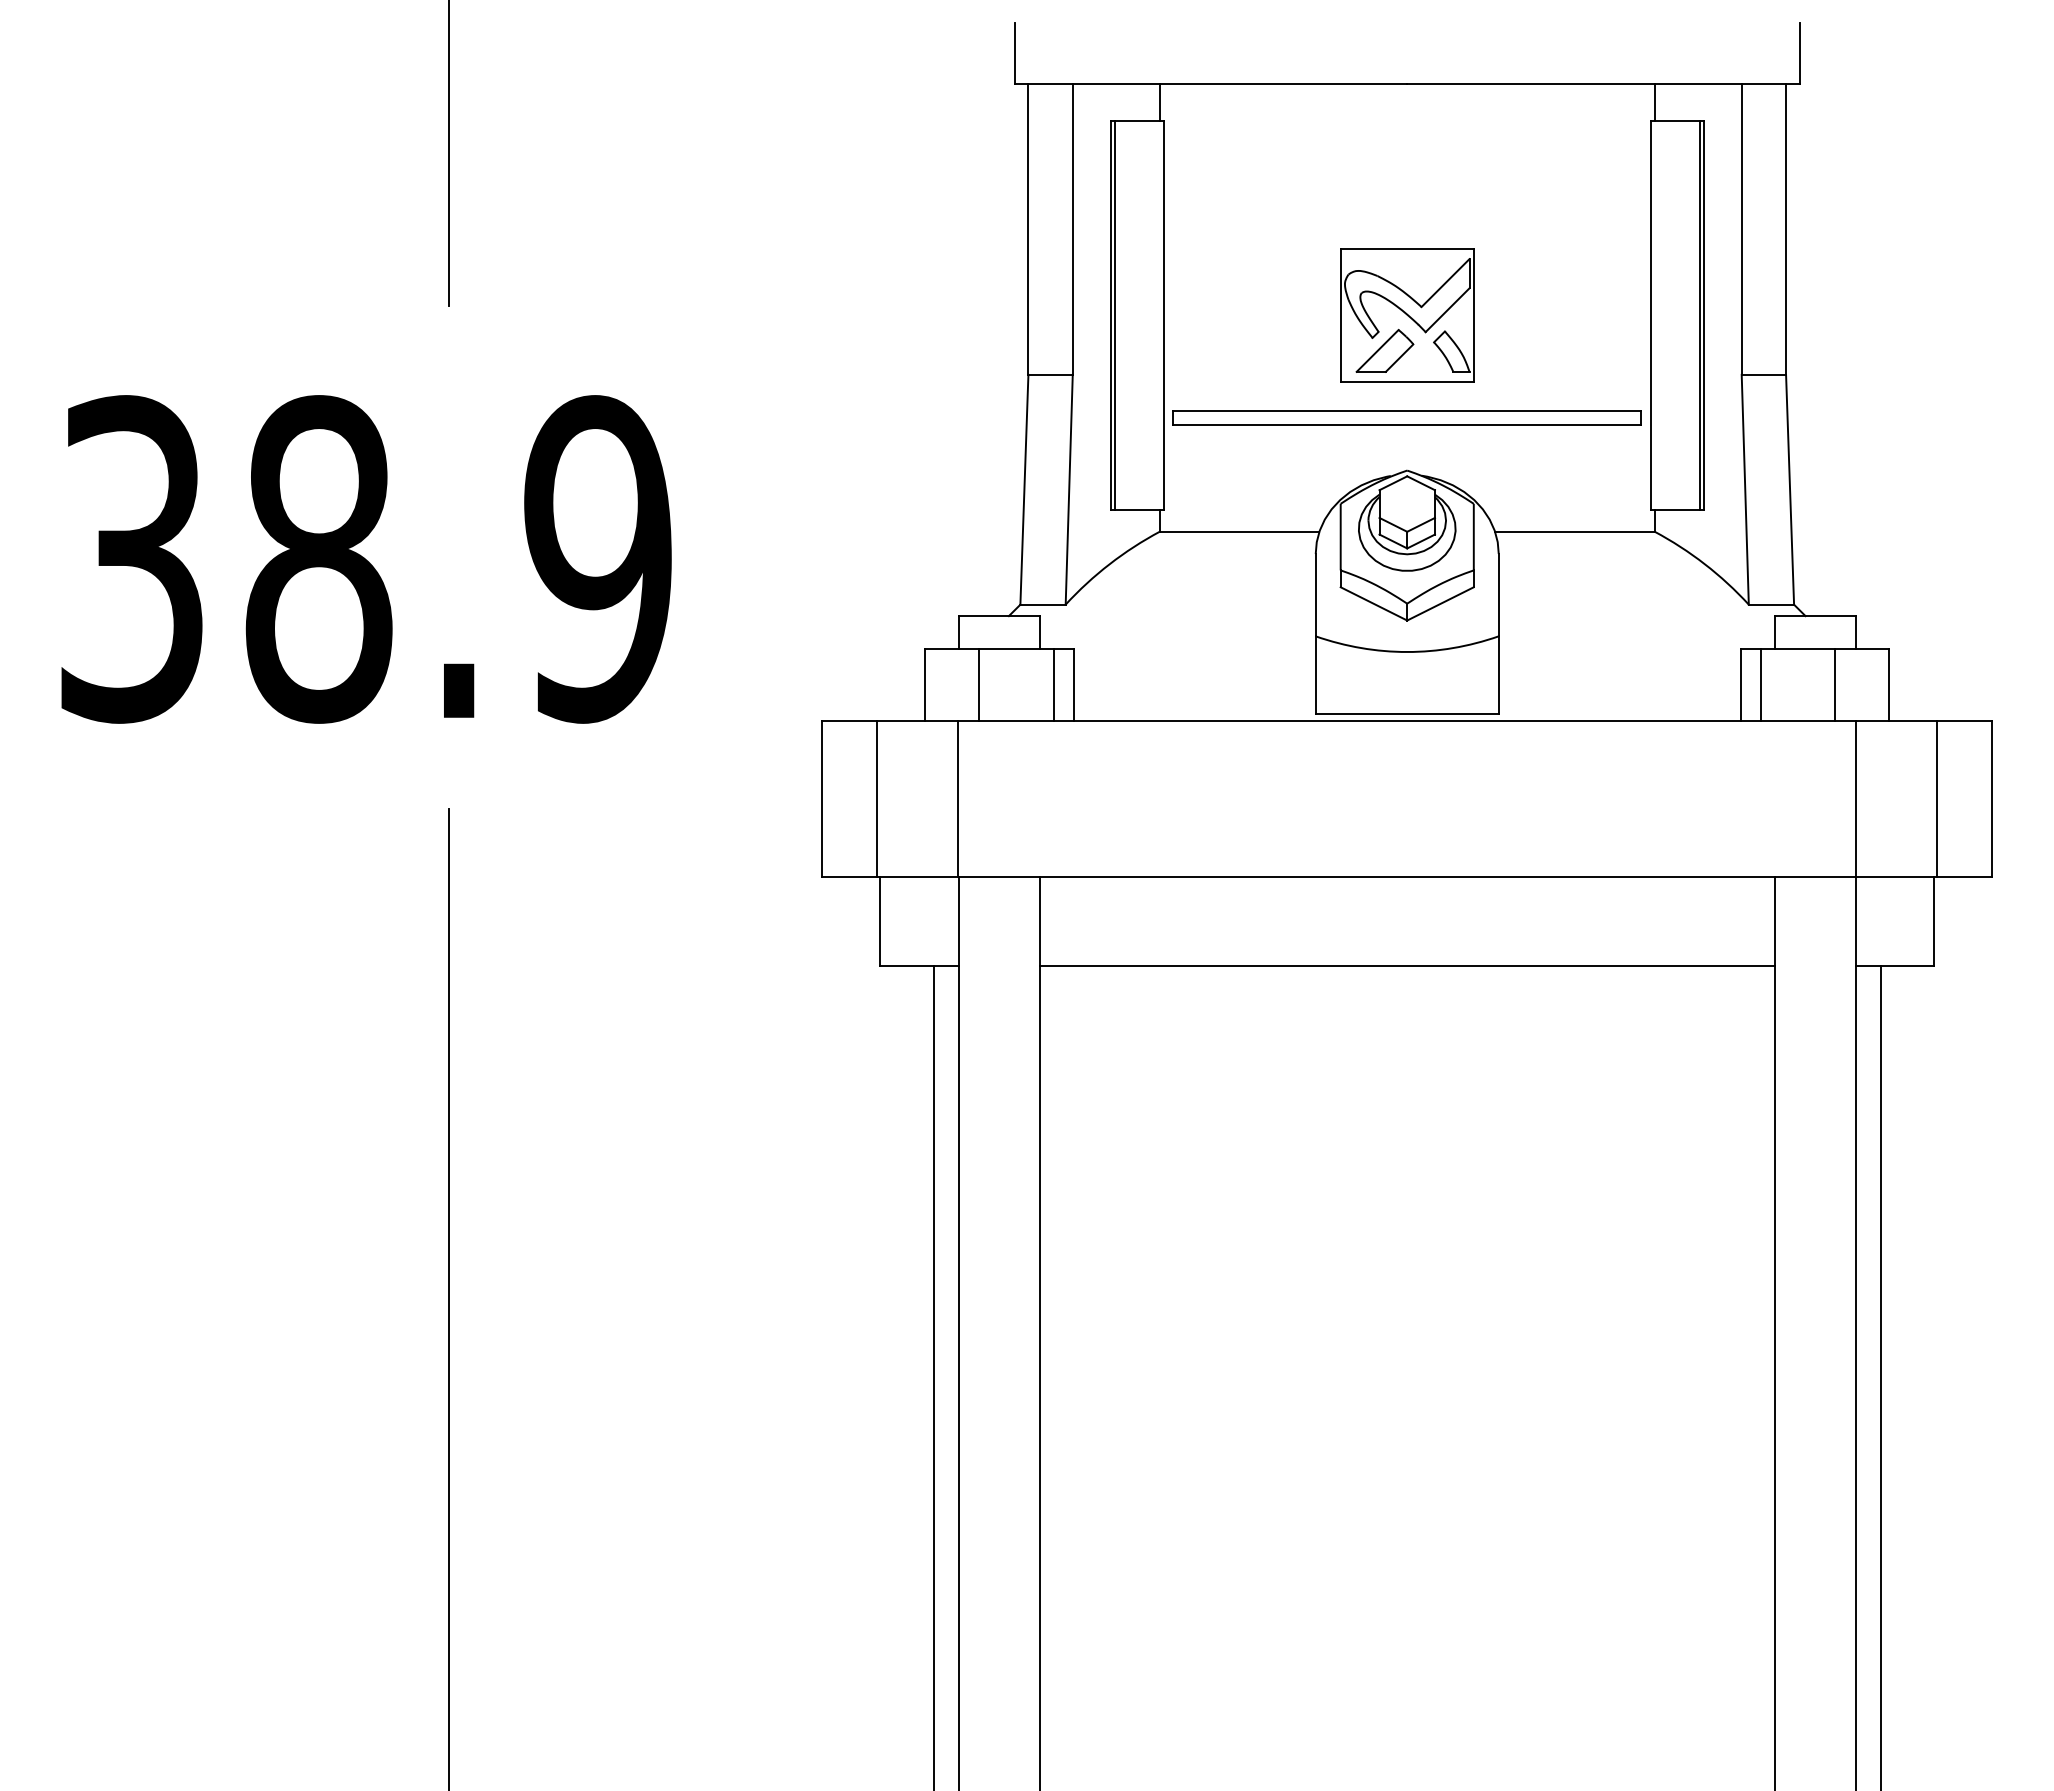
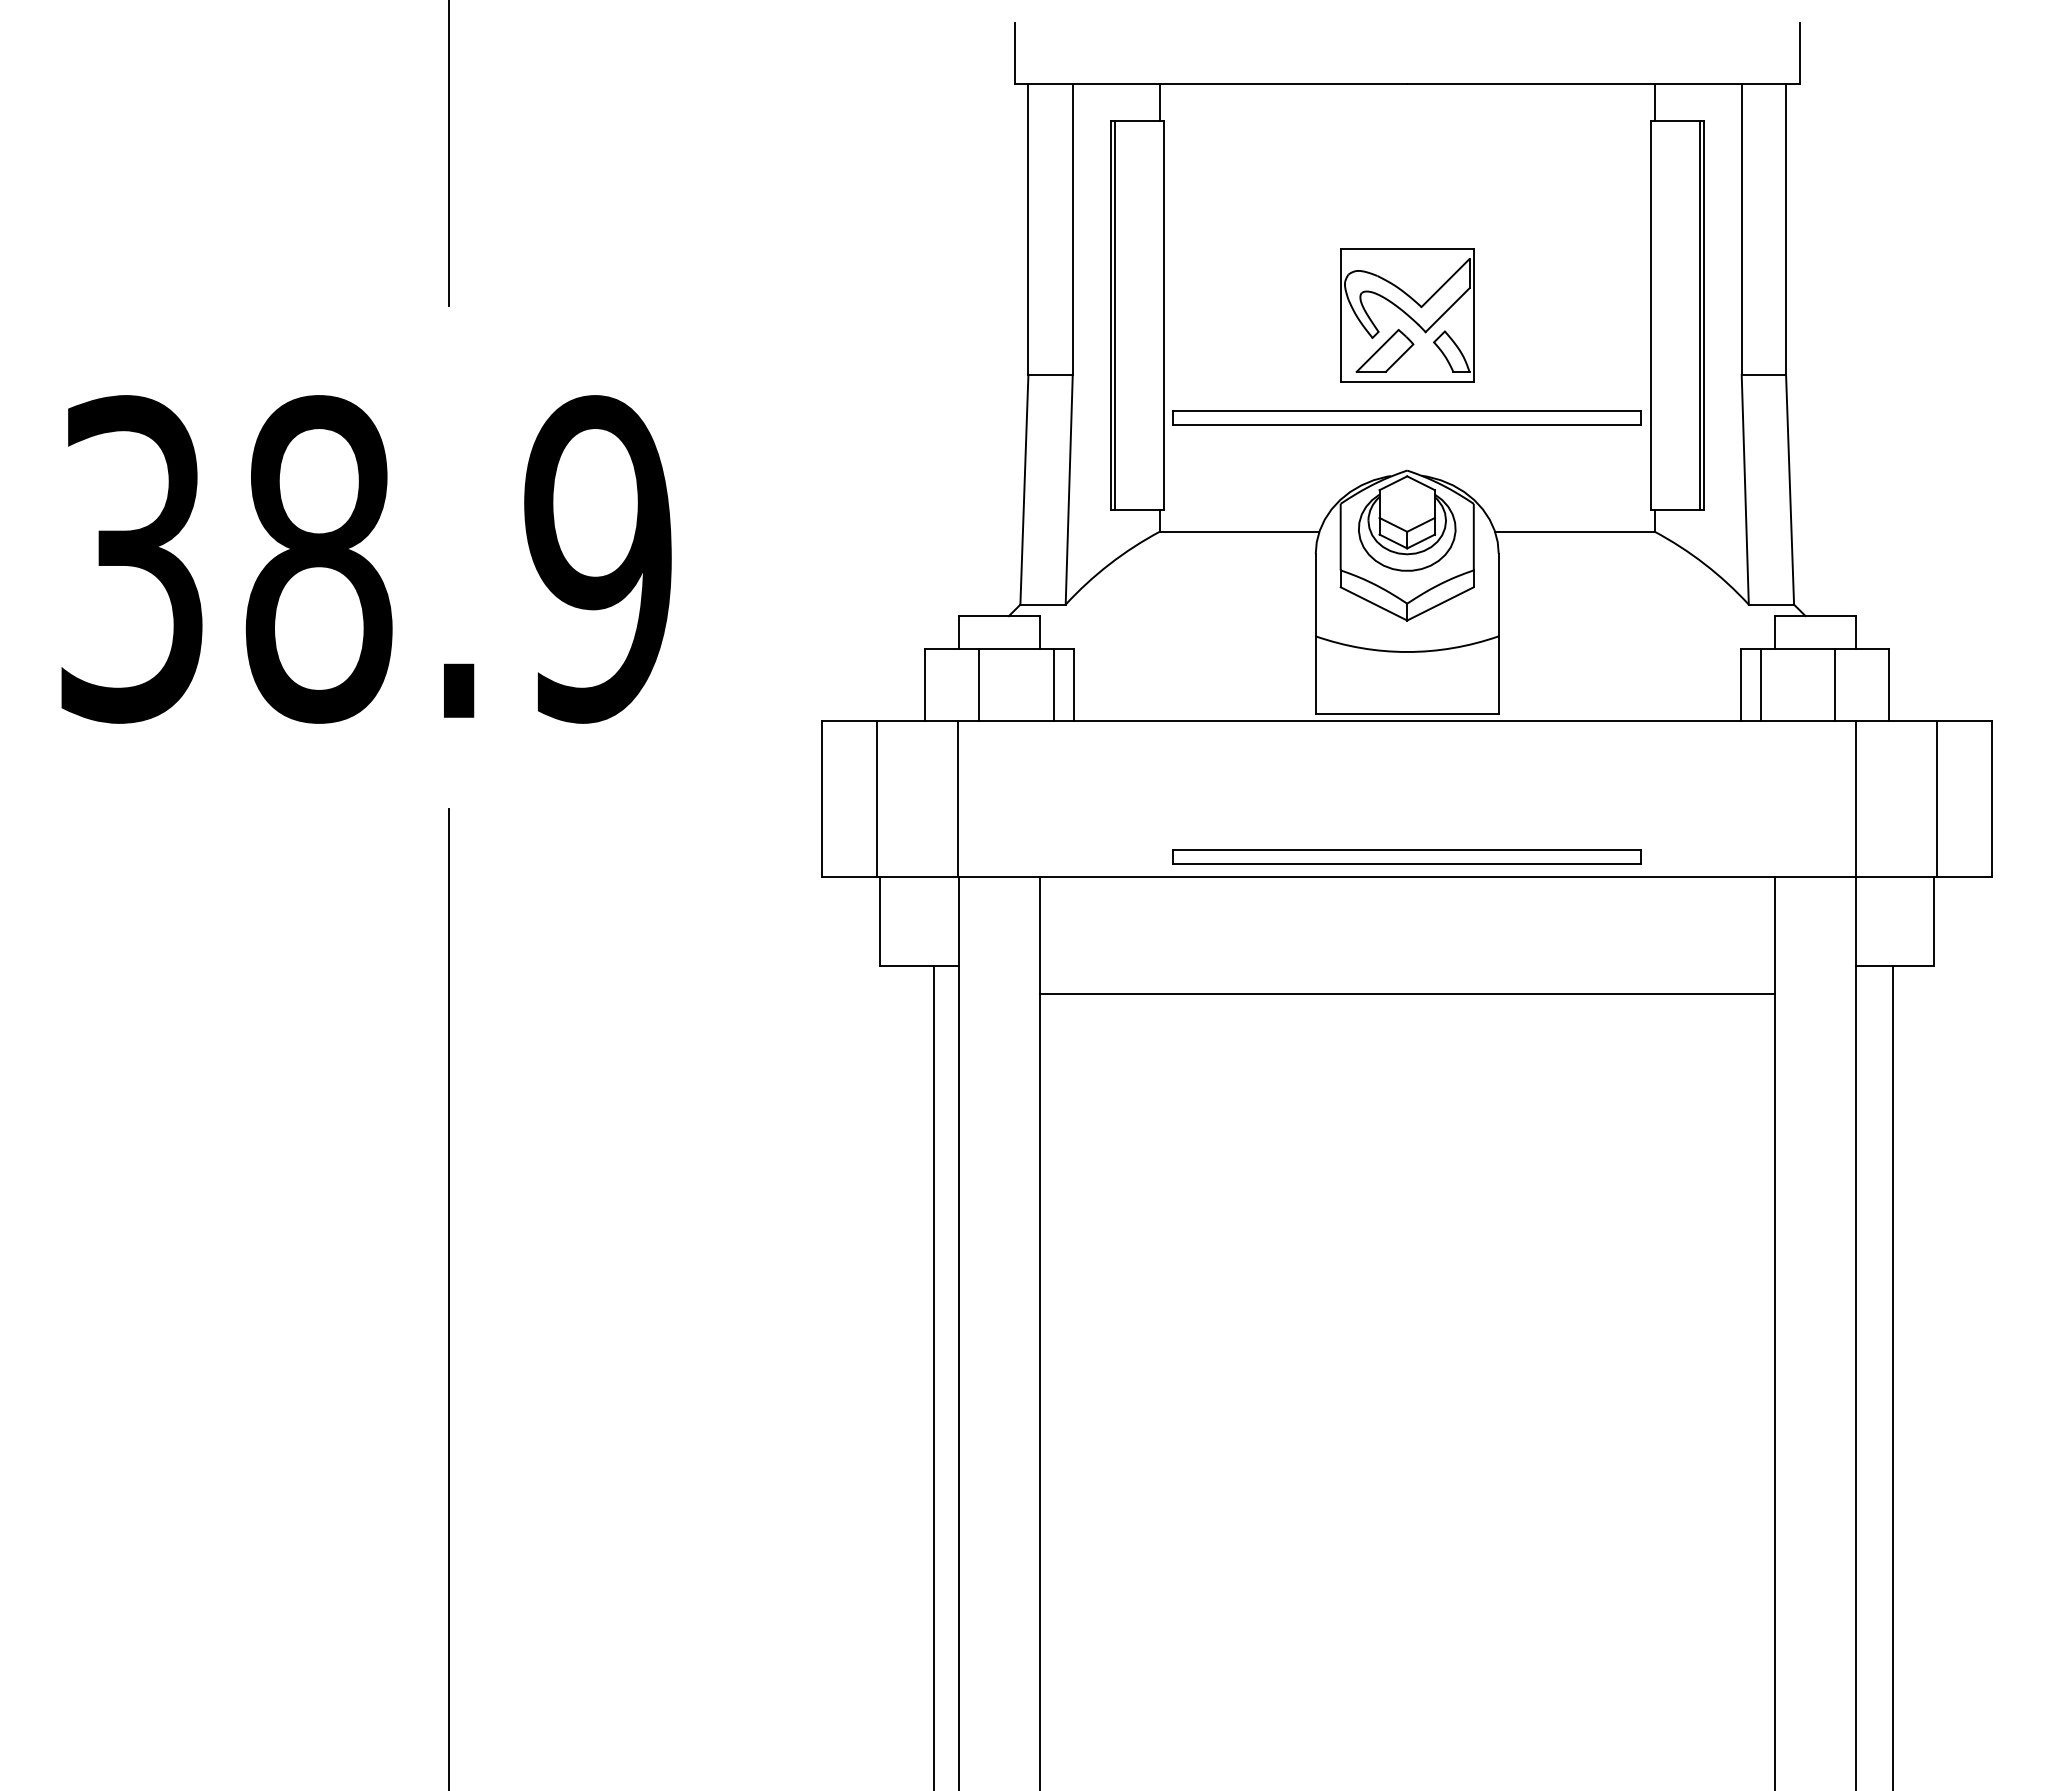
part at (1406, 856): none -> present
line at (1406, 965) position: (1406, 965) -> (1406, 993)
line at (1880, 1376) position: (1880, 1376) -> (1892, 1376)
